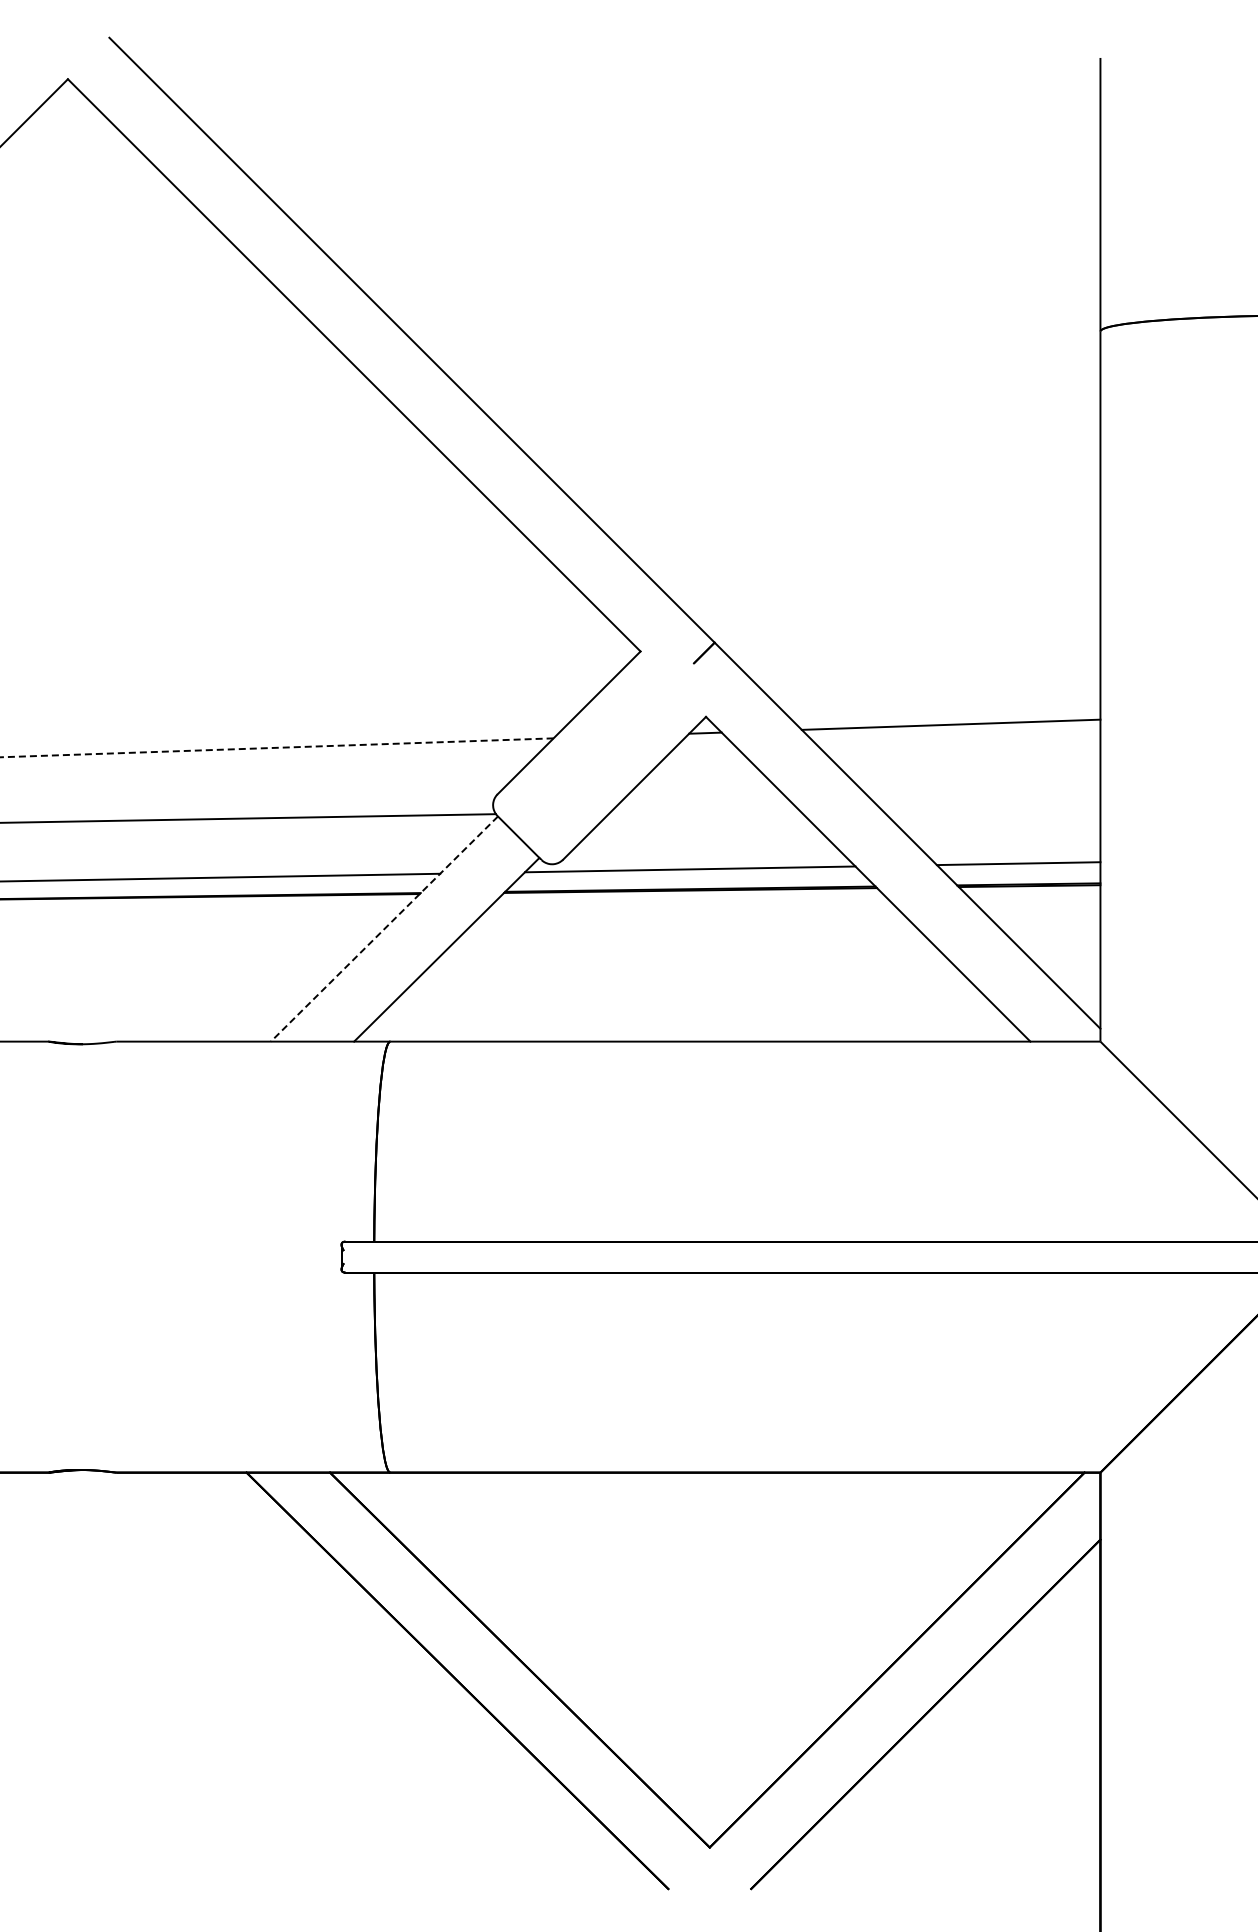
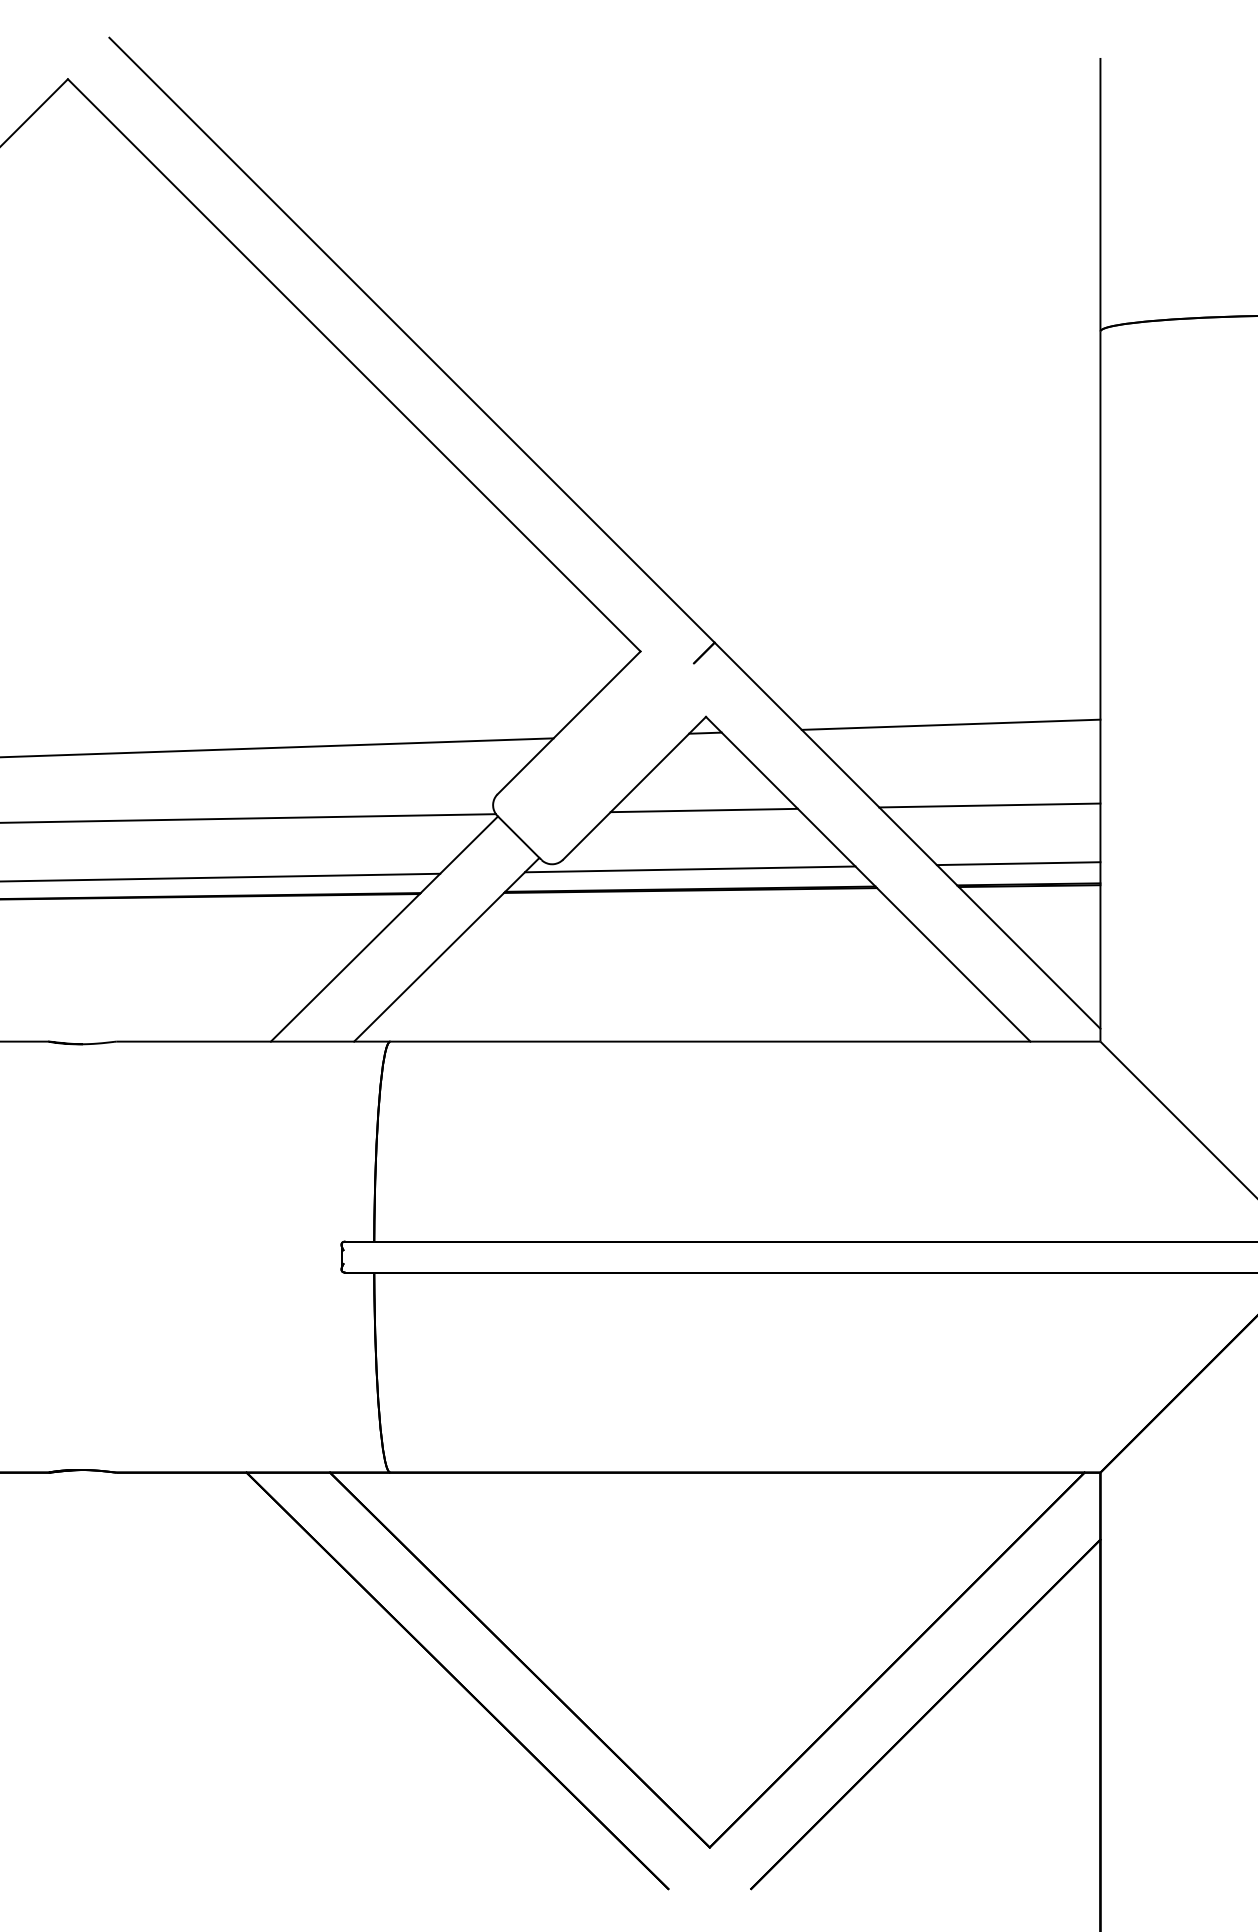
line at (277, 747): dashed -> solid
line at (989, 805): none -> present
line at (703, 810): none -> present
line at (384, 929): dashed -> solid
